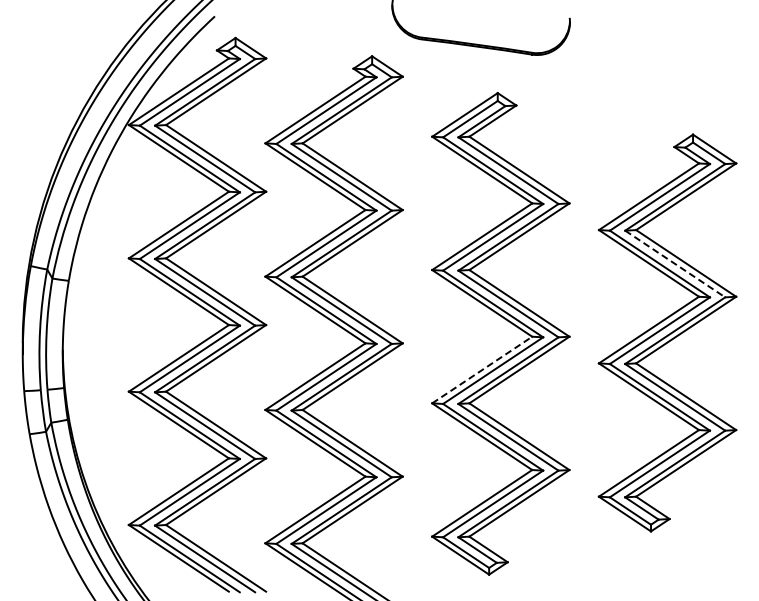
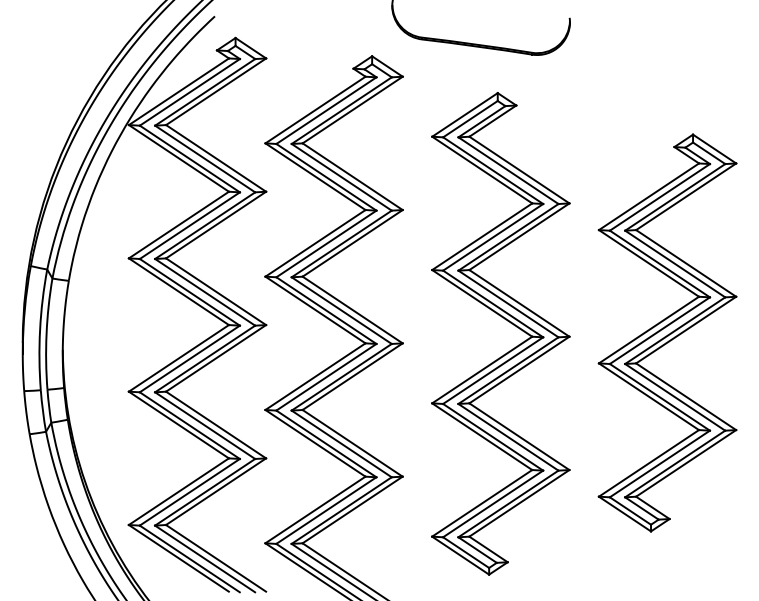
line at (675, 264): dashed -> solid
line at (482, 369): dashed -> solid
